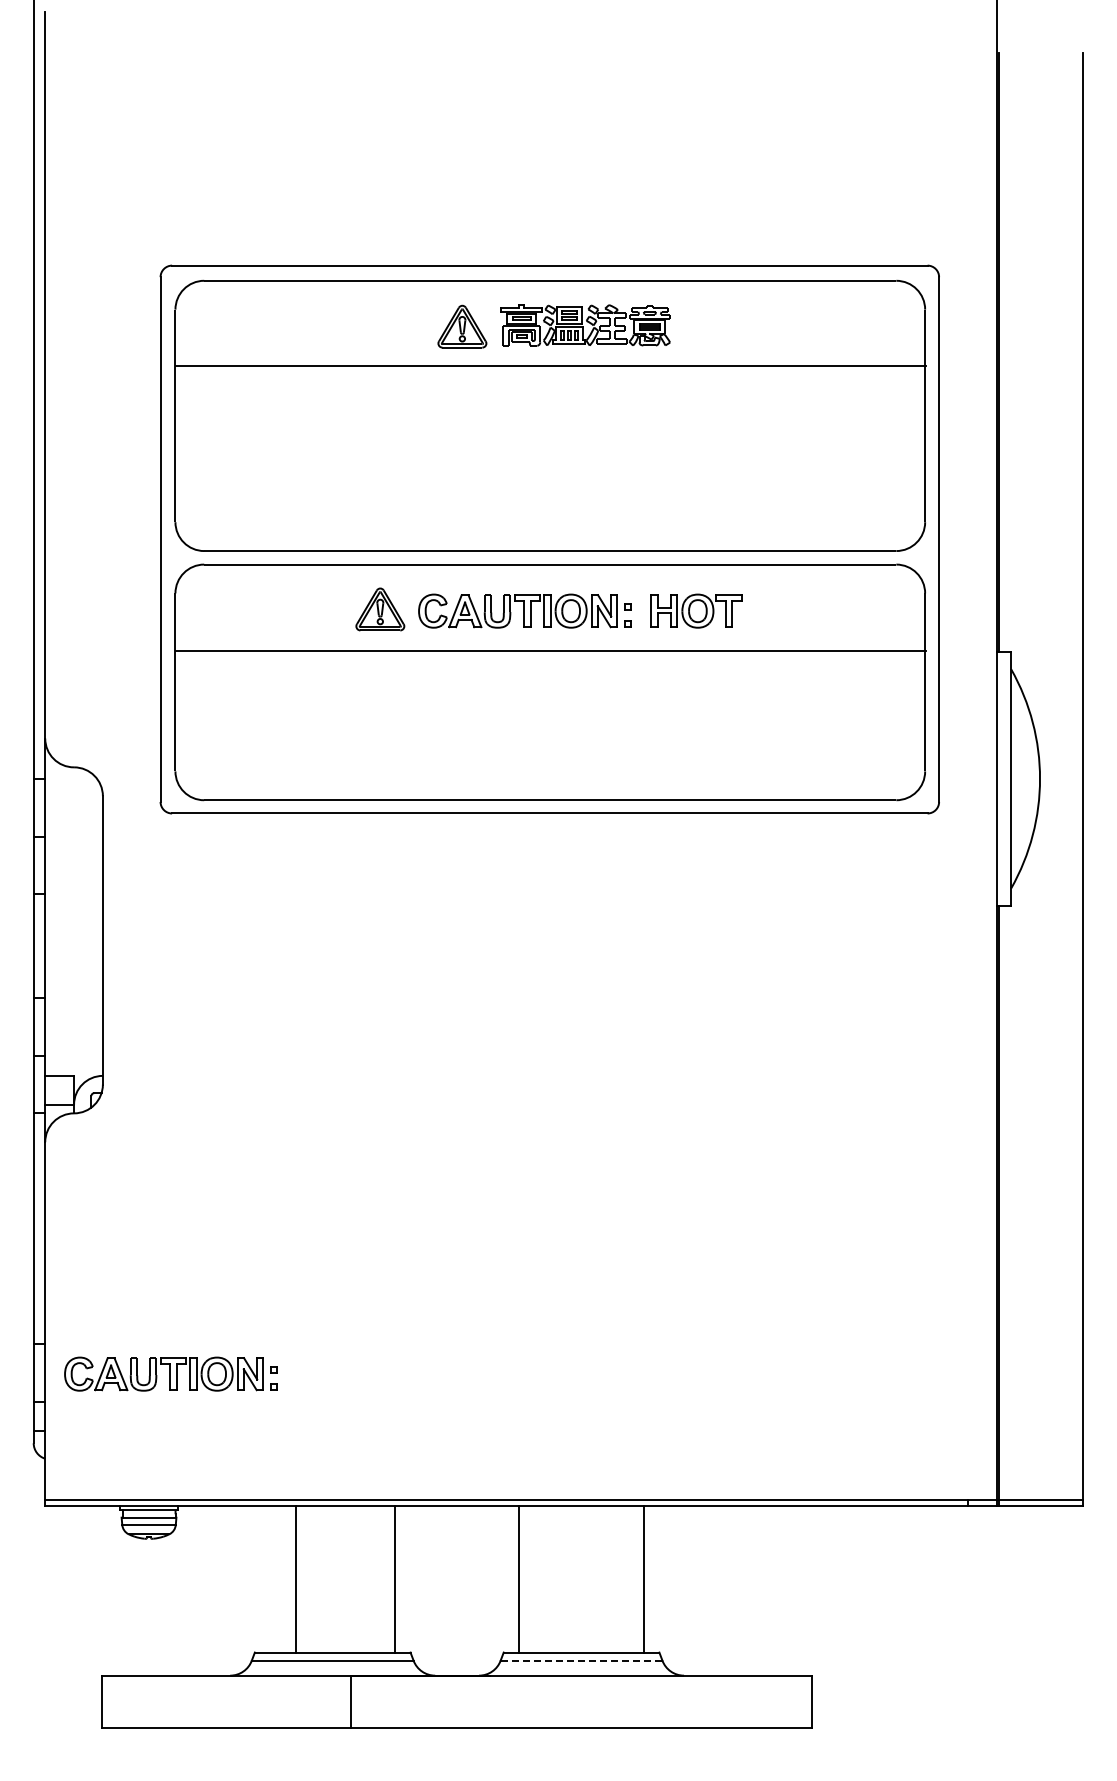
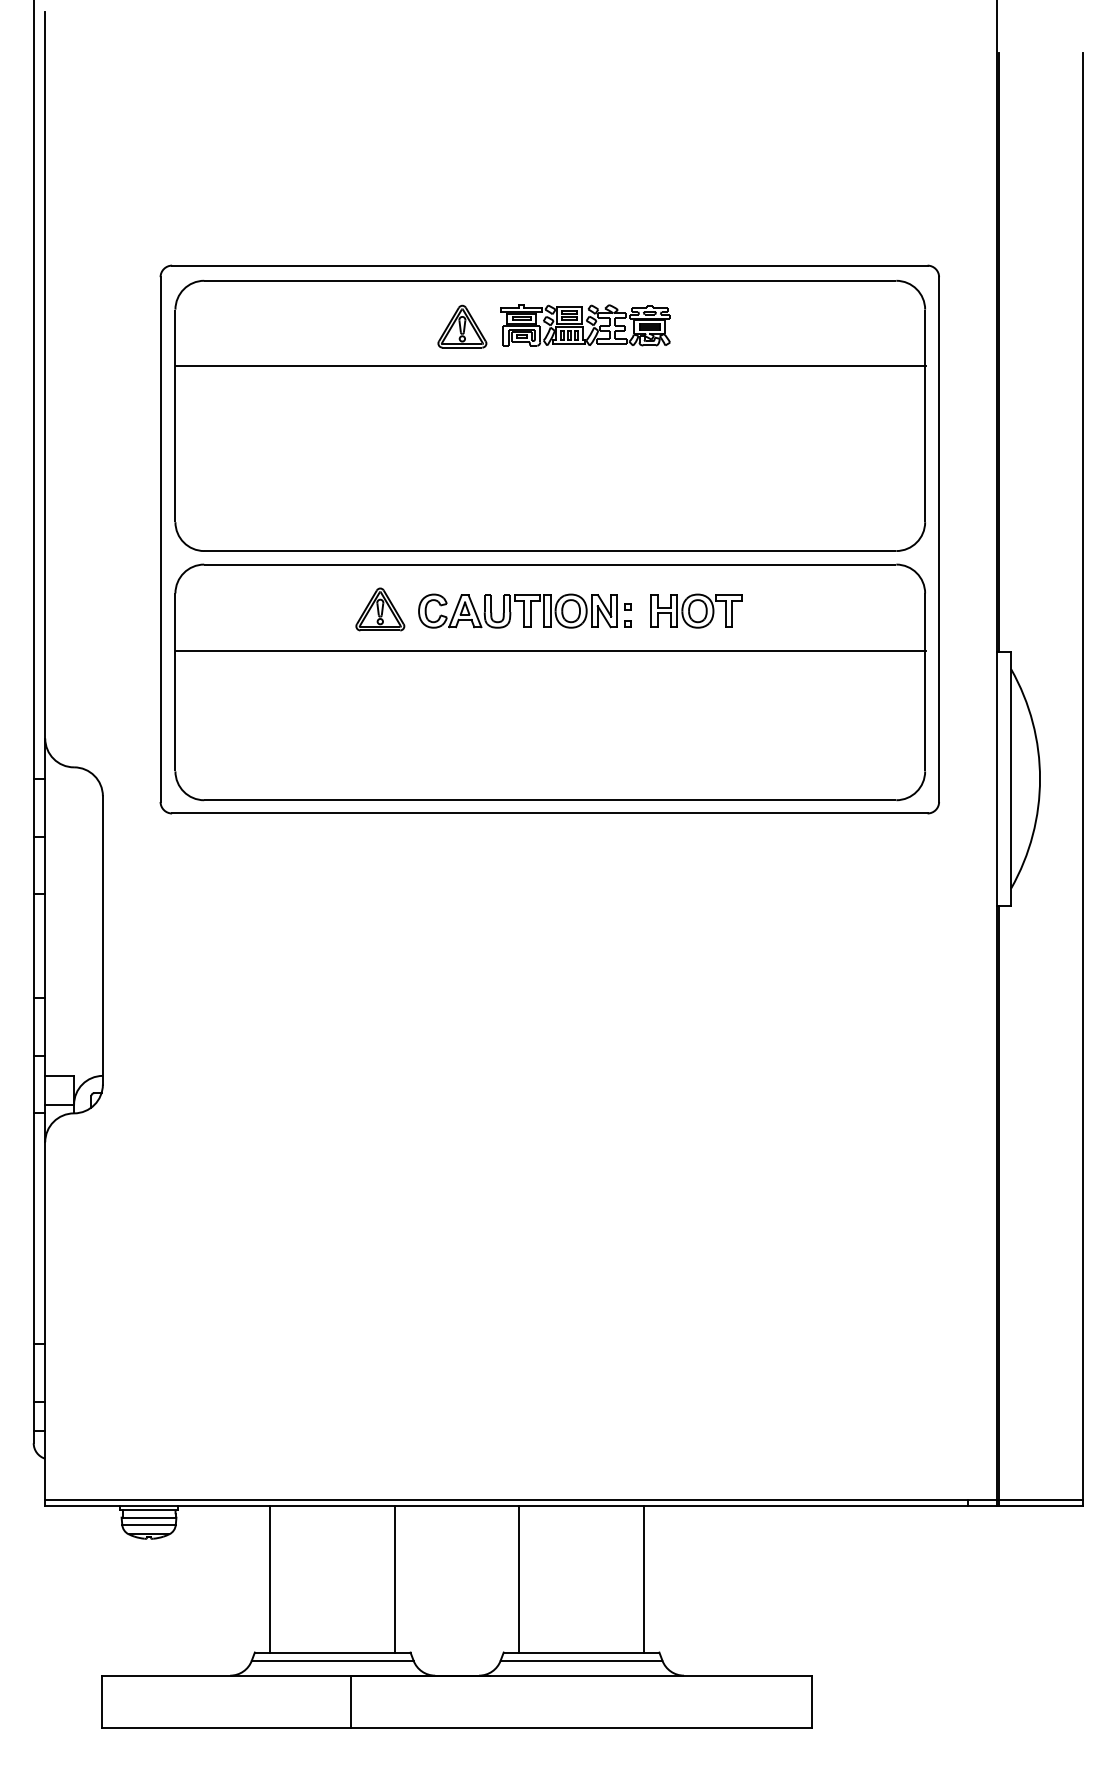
part at (170, 1373): present -> none
line at (296, 1578) position: (296, 1578) -> (270, 1578)
line at (581, 1660): dashed -> solid
